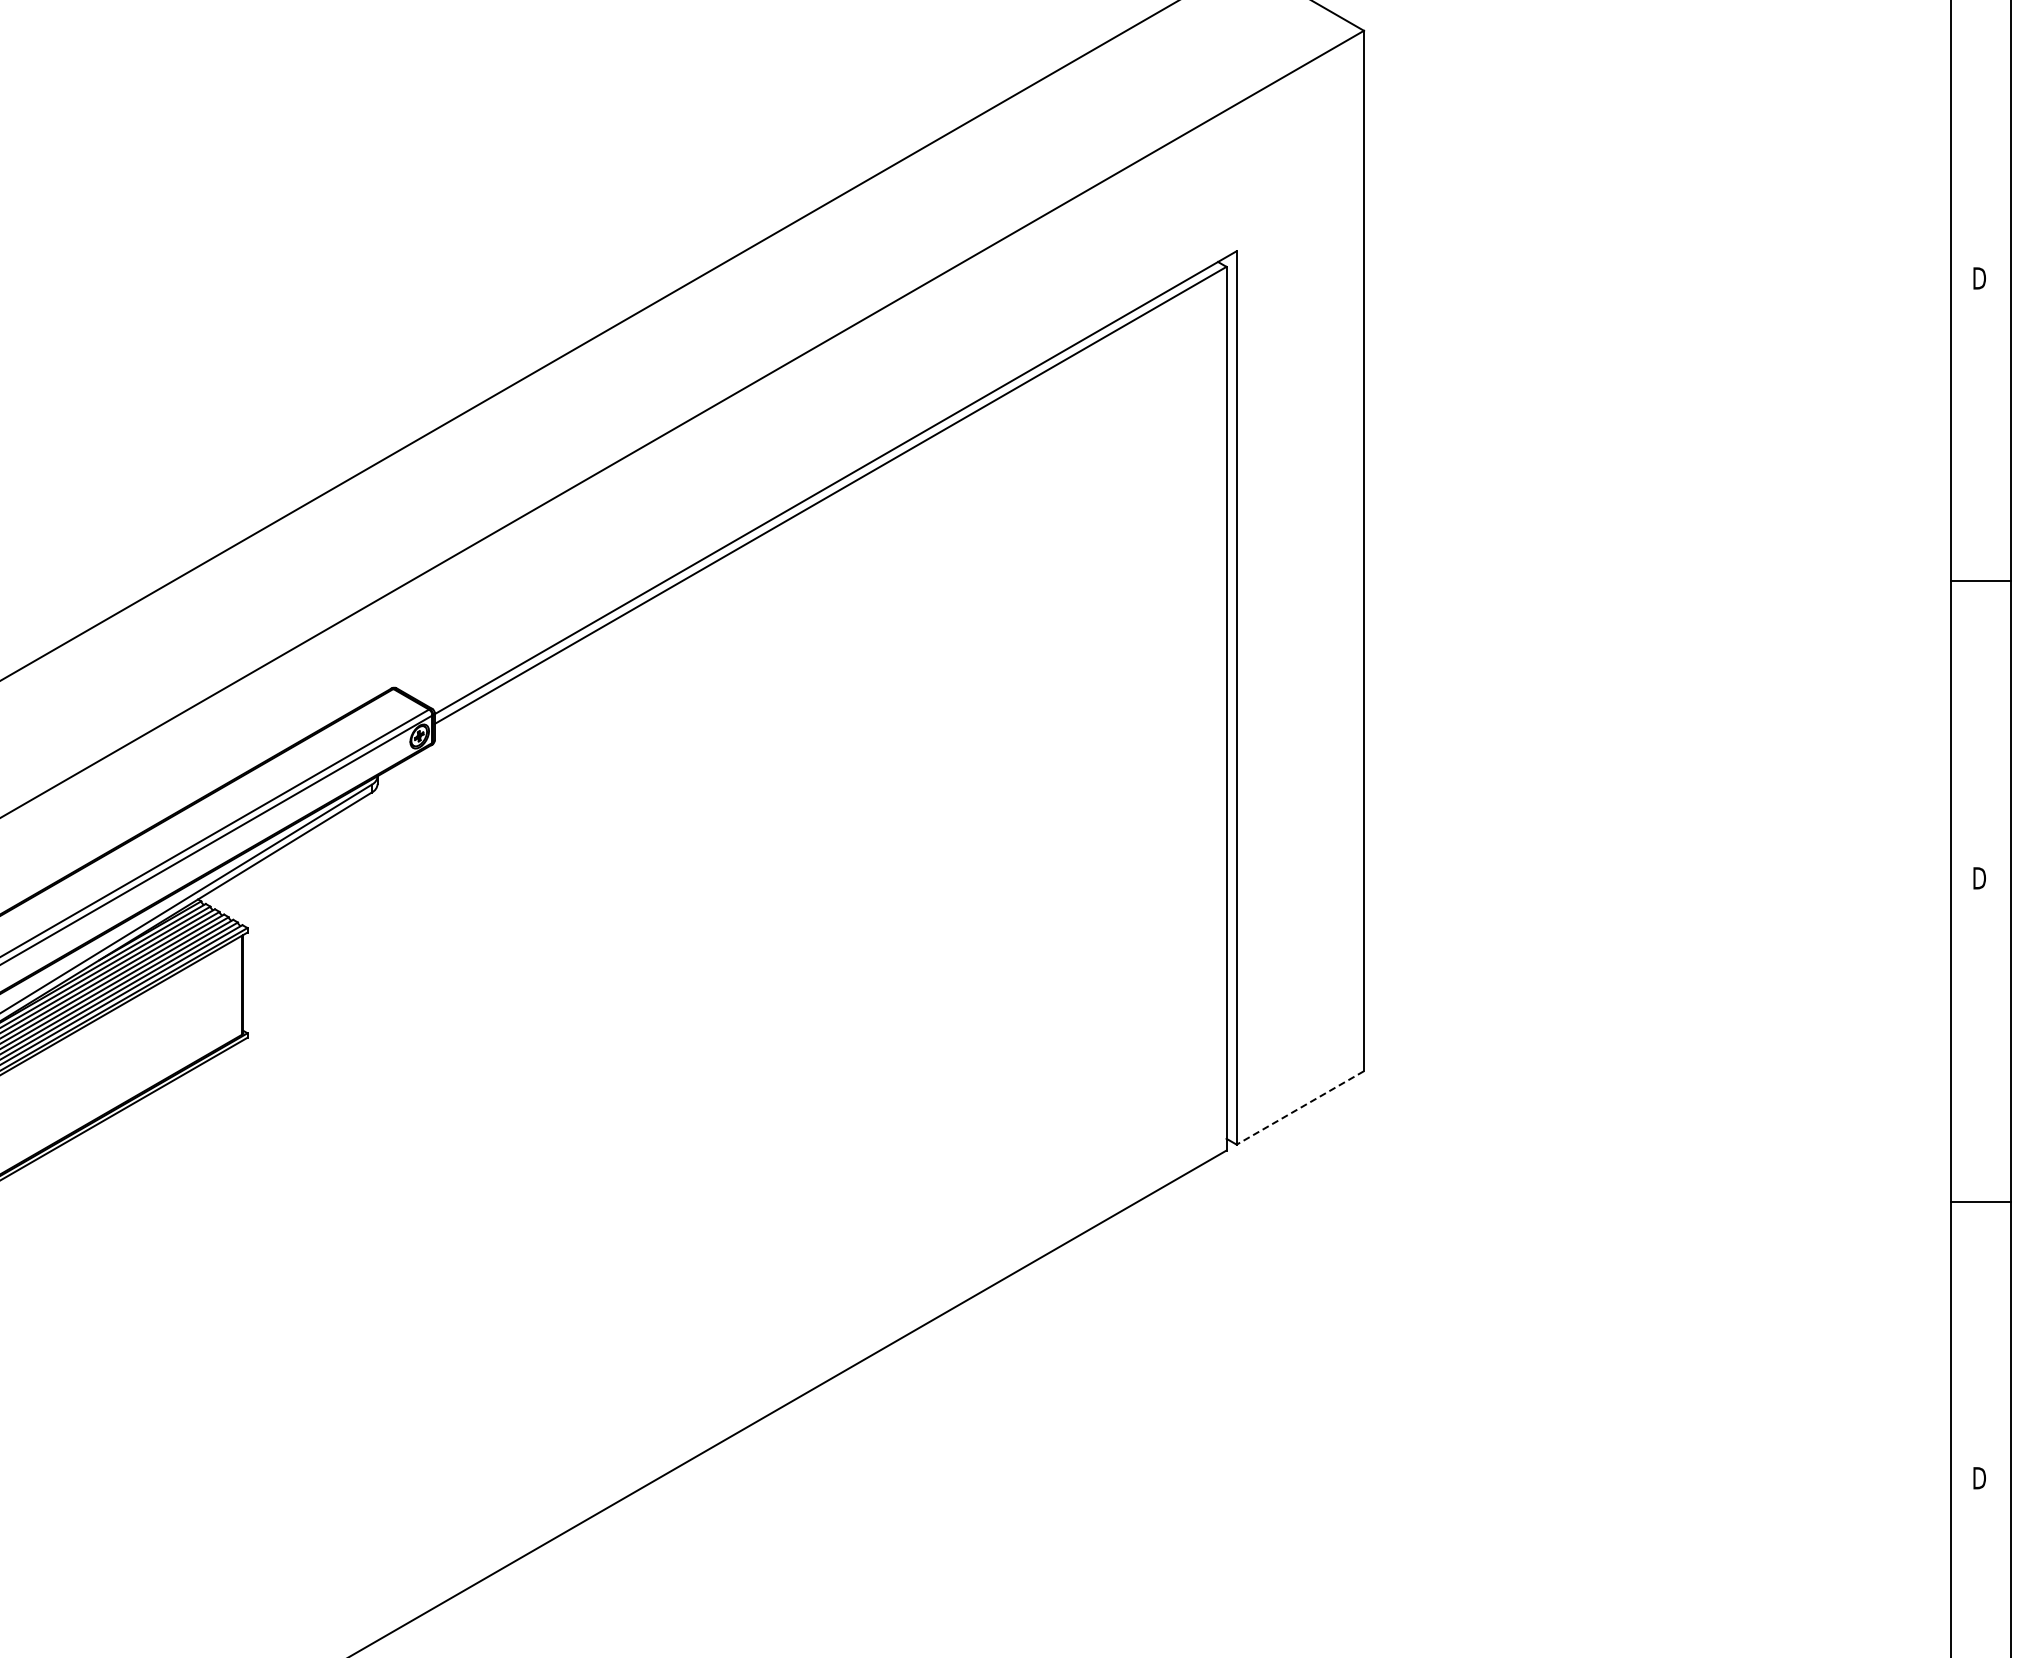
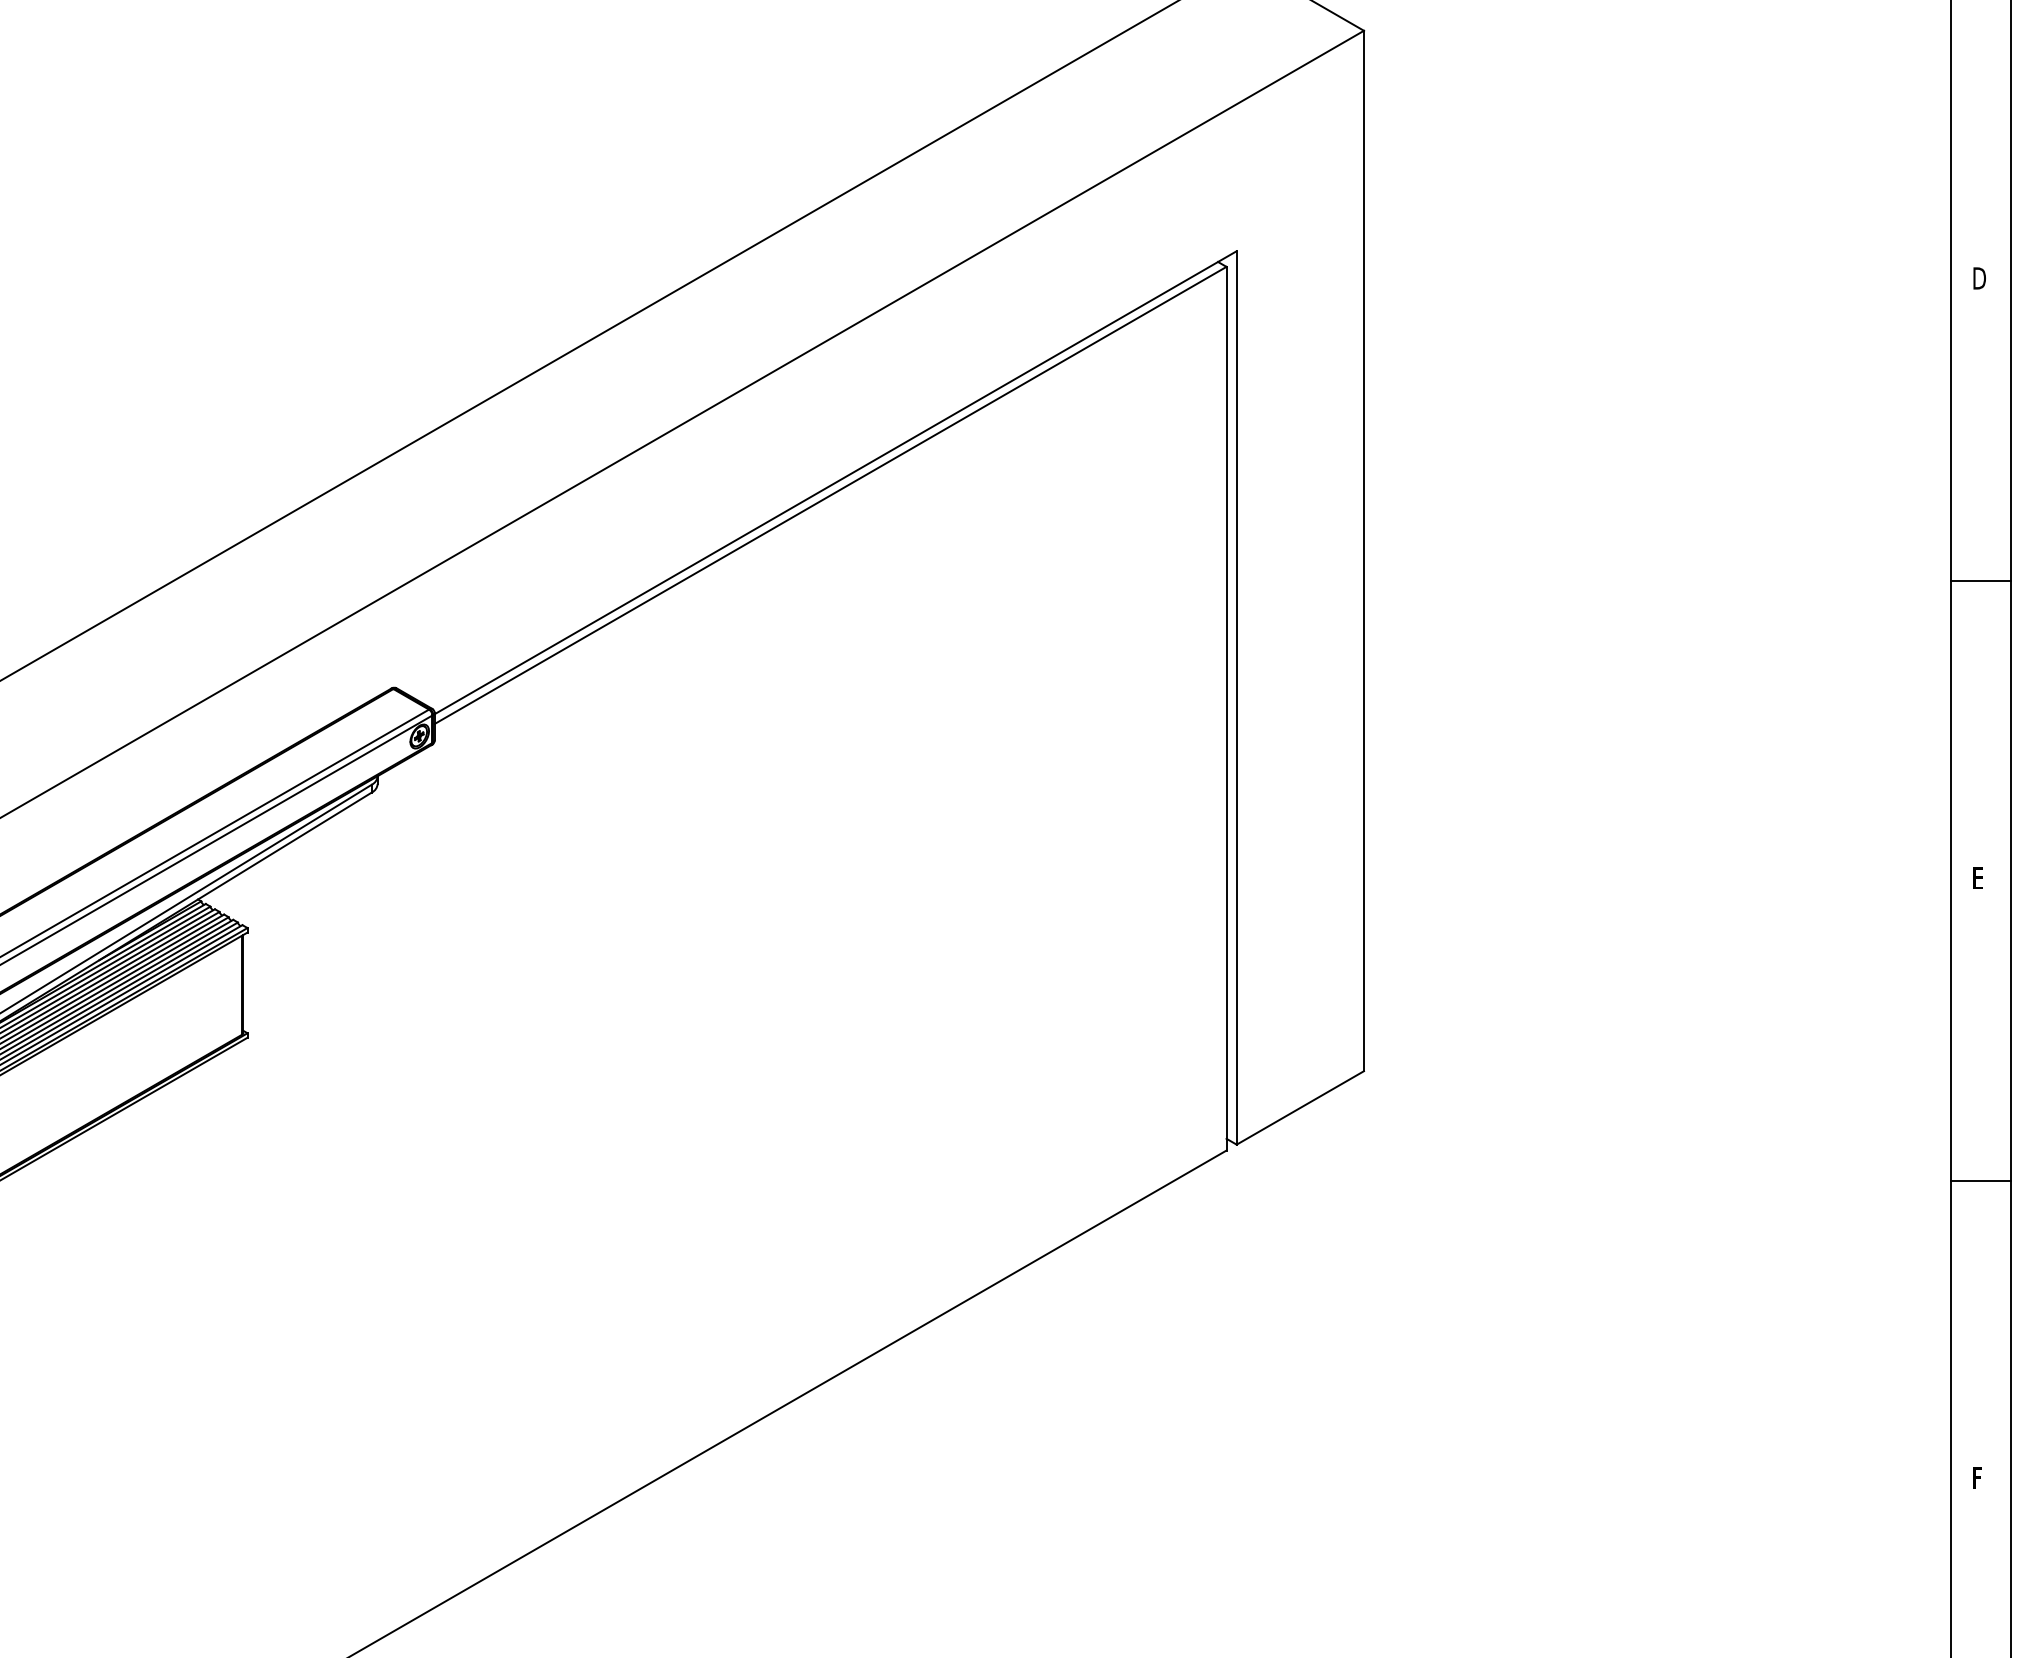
text at (1979, 878): D -> E
line at (1299, 1108): dashed -> solid
line at (1981, 1202) position: (1981, 1202) -> (1981, 1181)
text at (1979, 1478): D -> F
